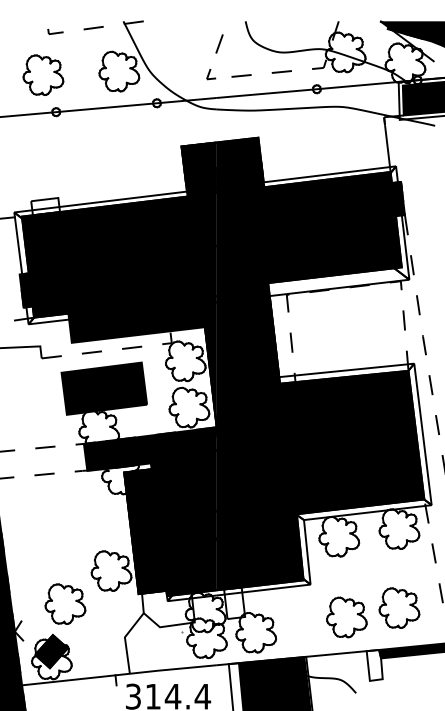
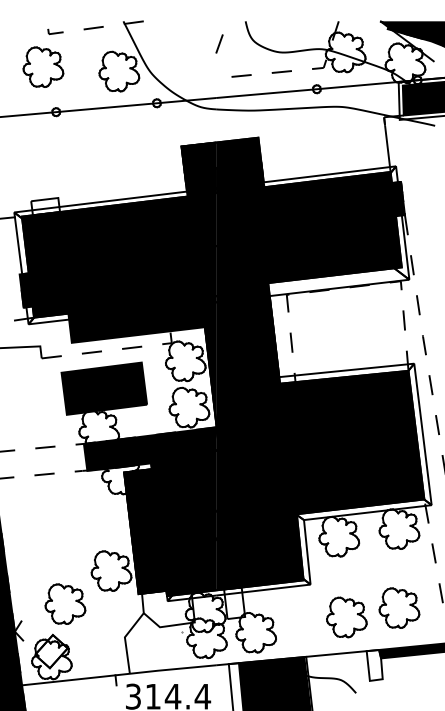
part at (43, 74) position: (43, 74) -> (43, 66)
line at (209, 74): present -> none
fill at (51, 651): present -> none
